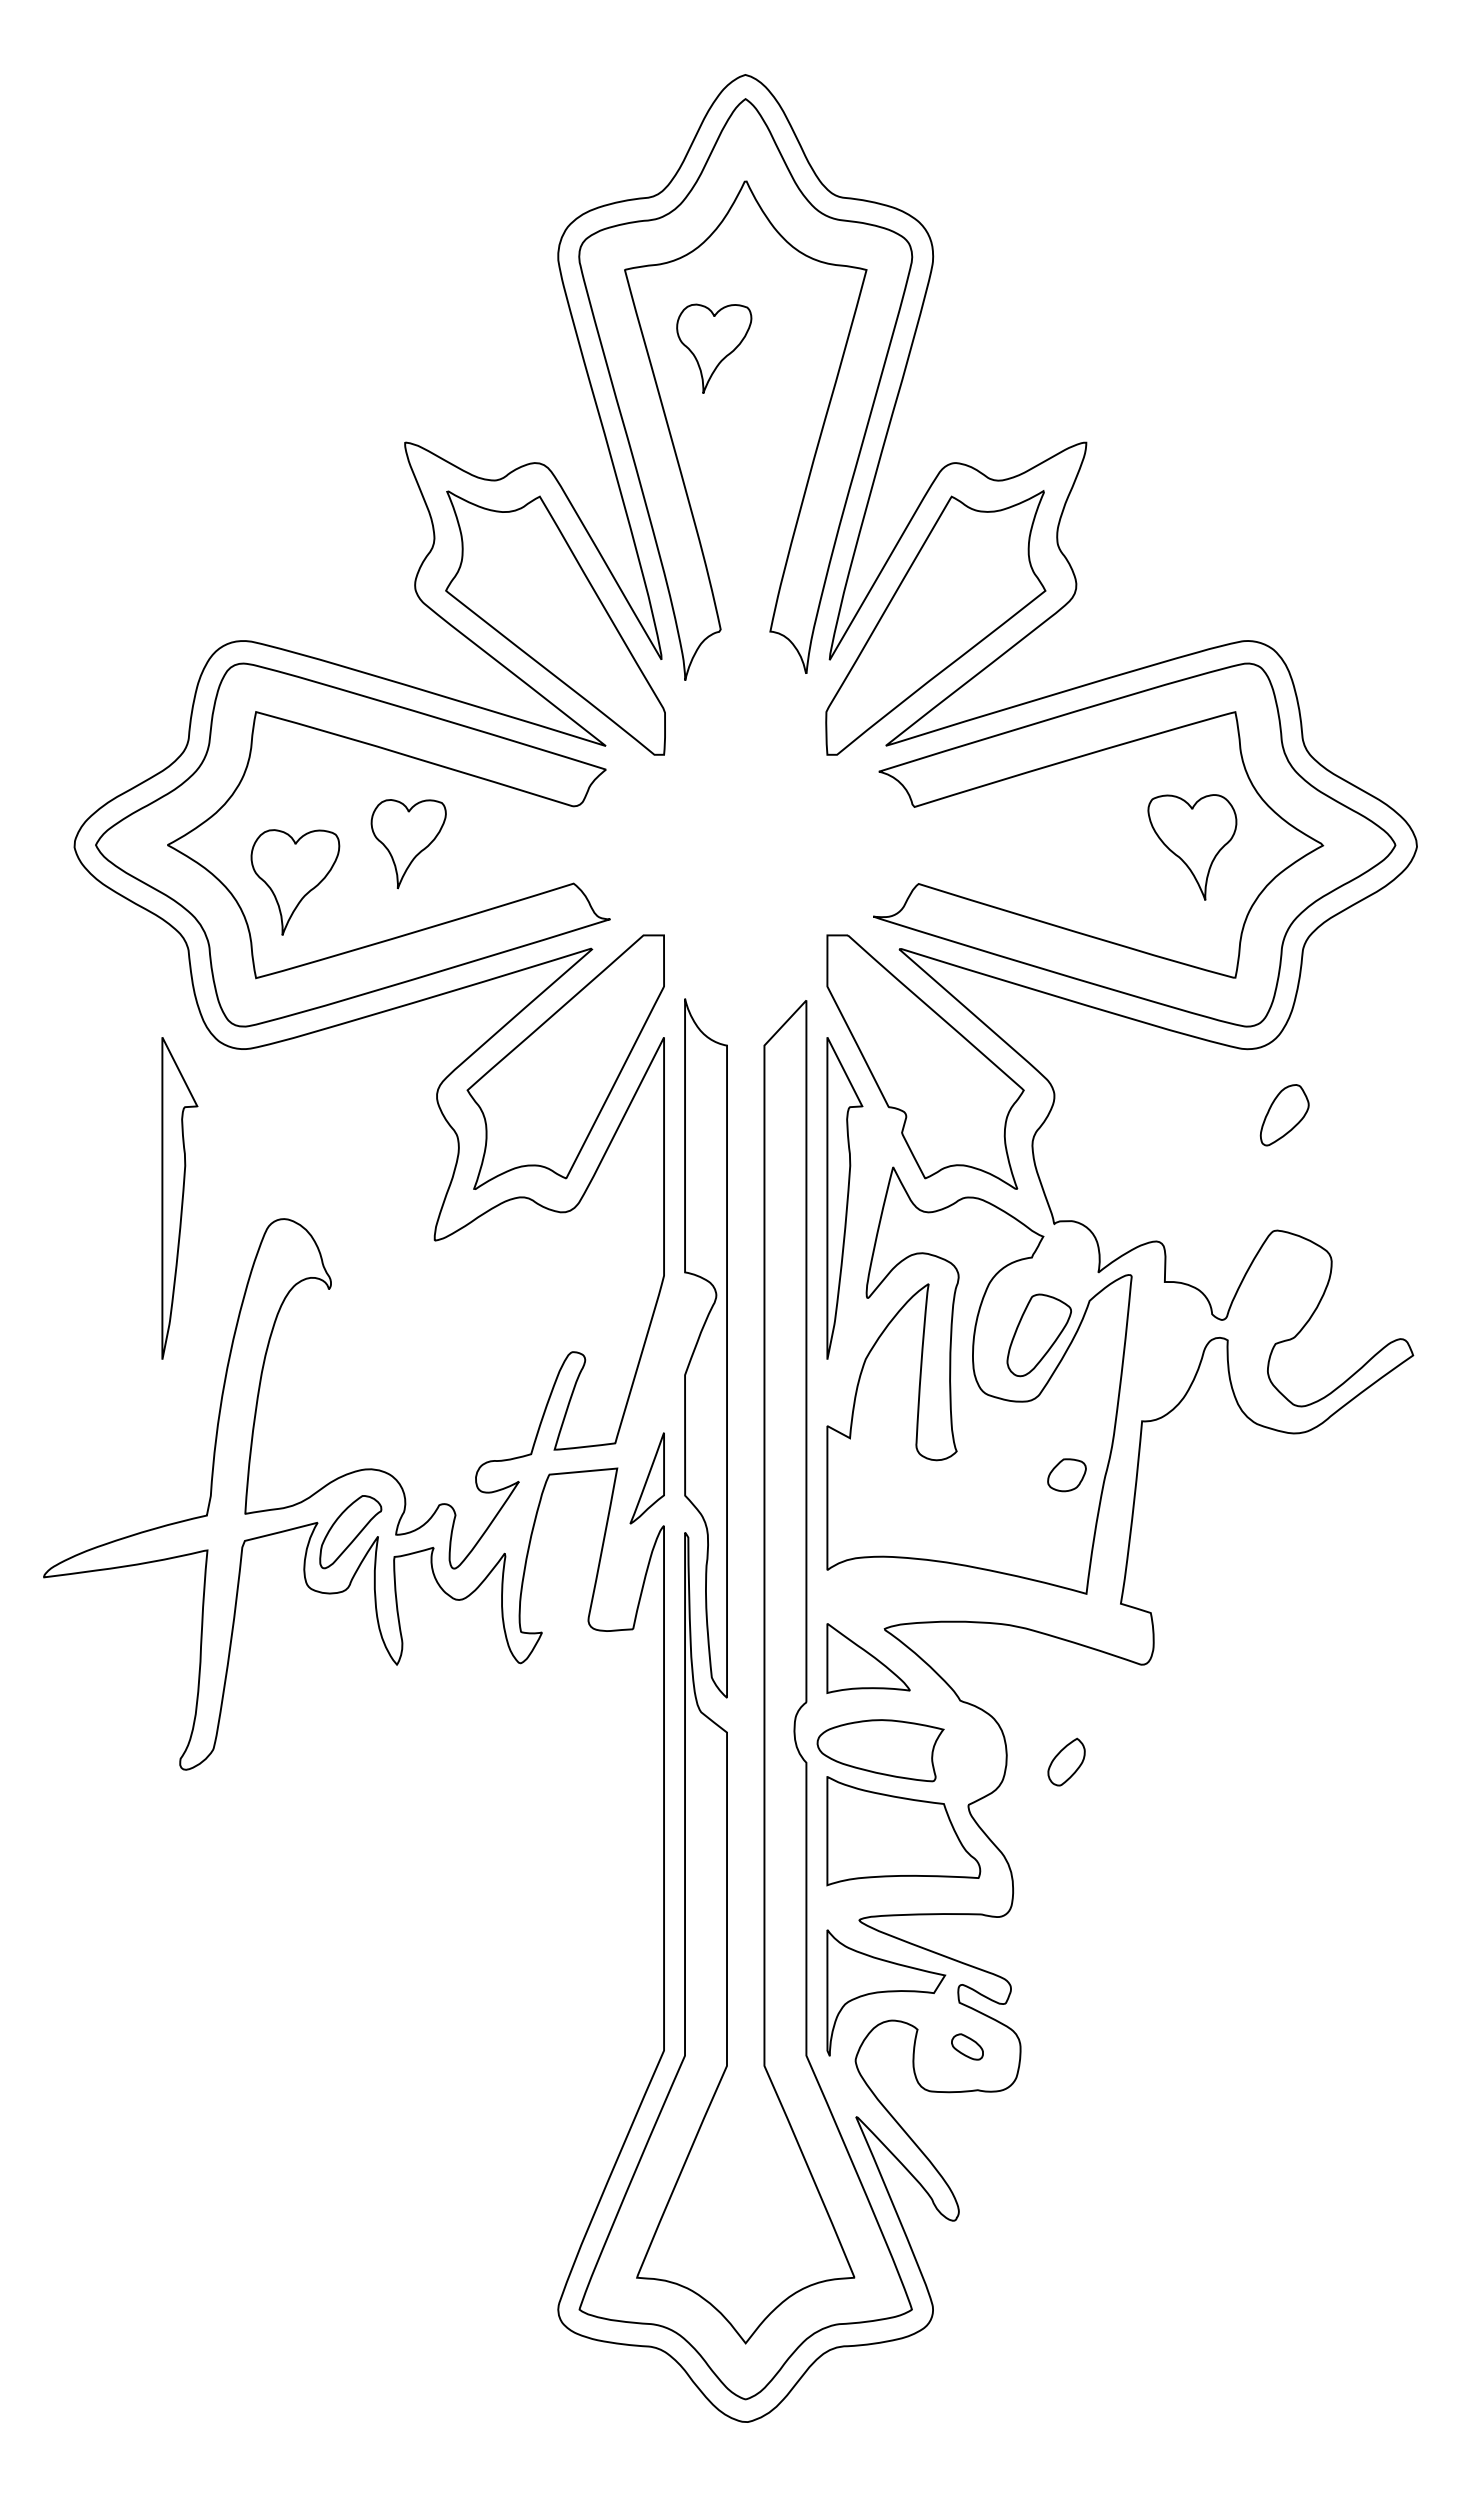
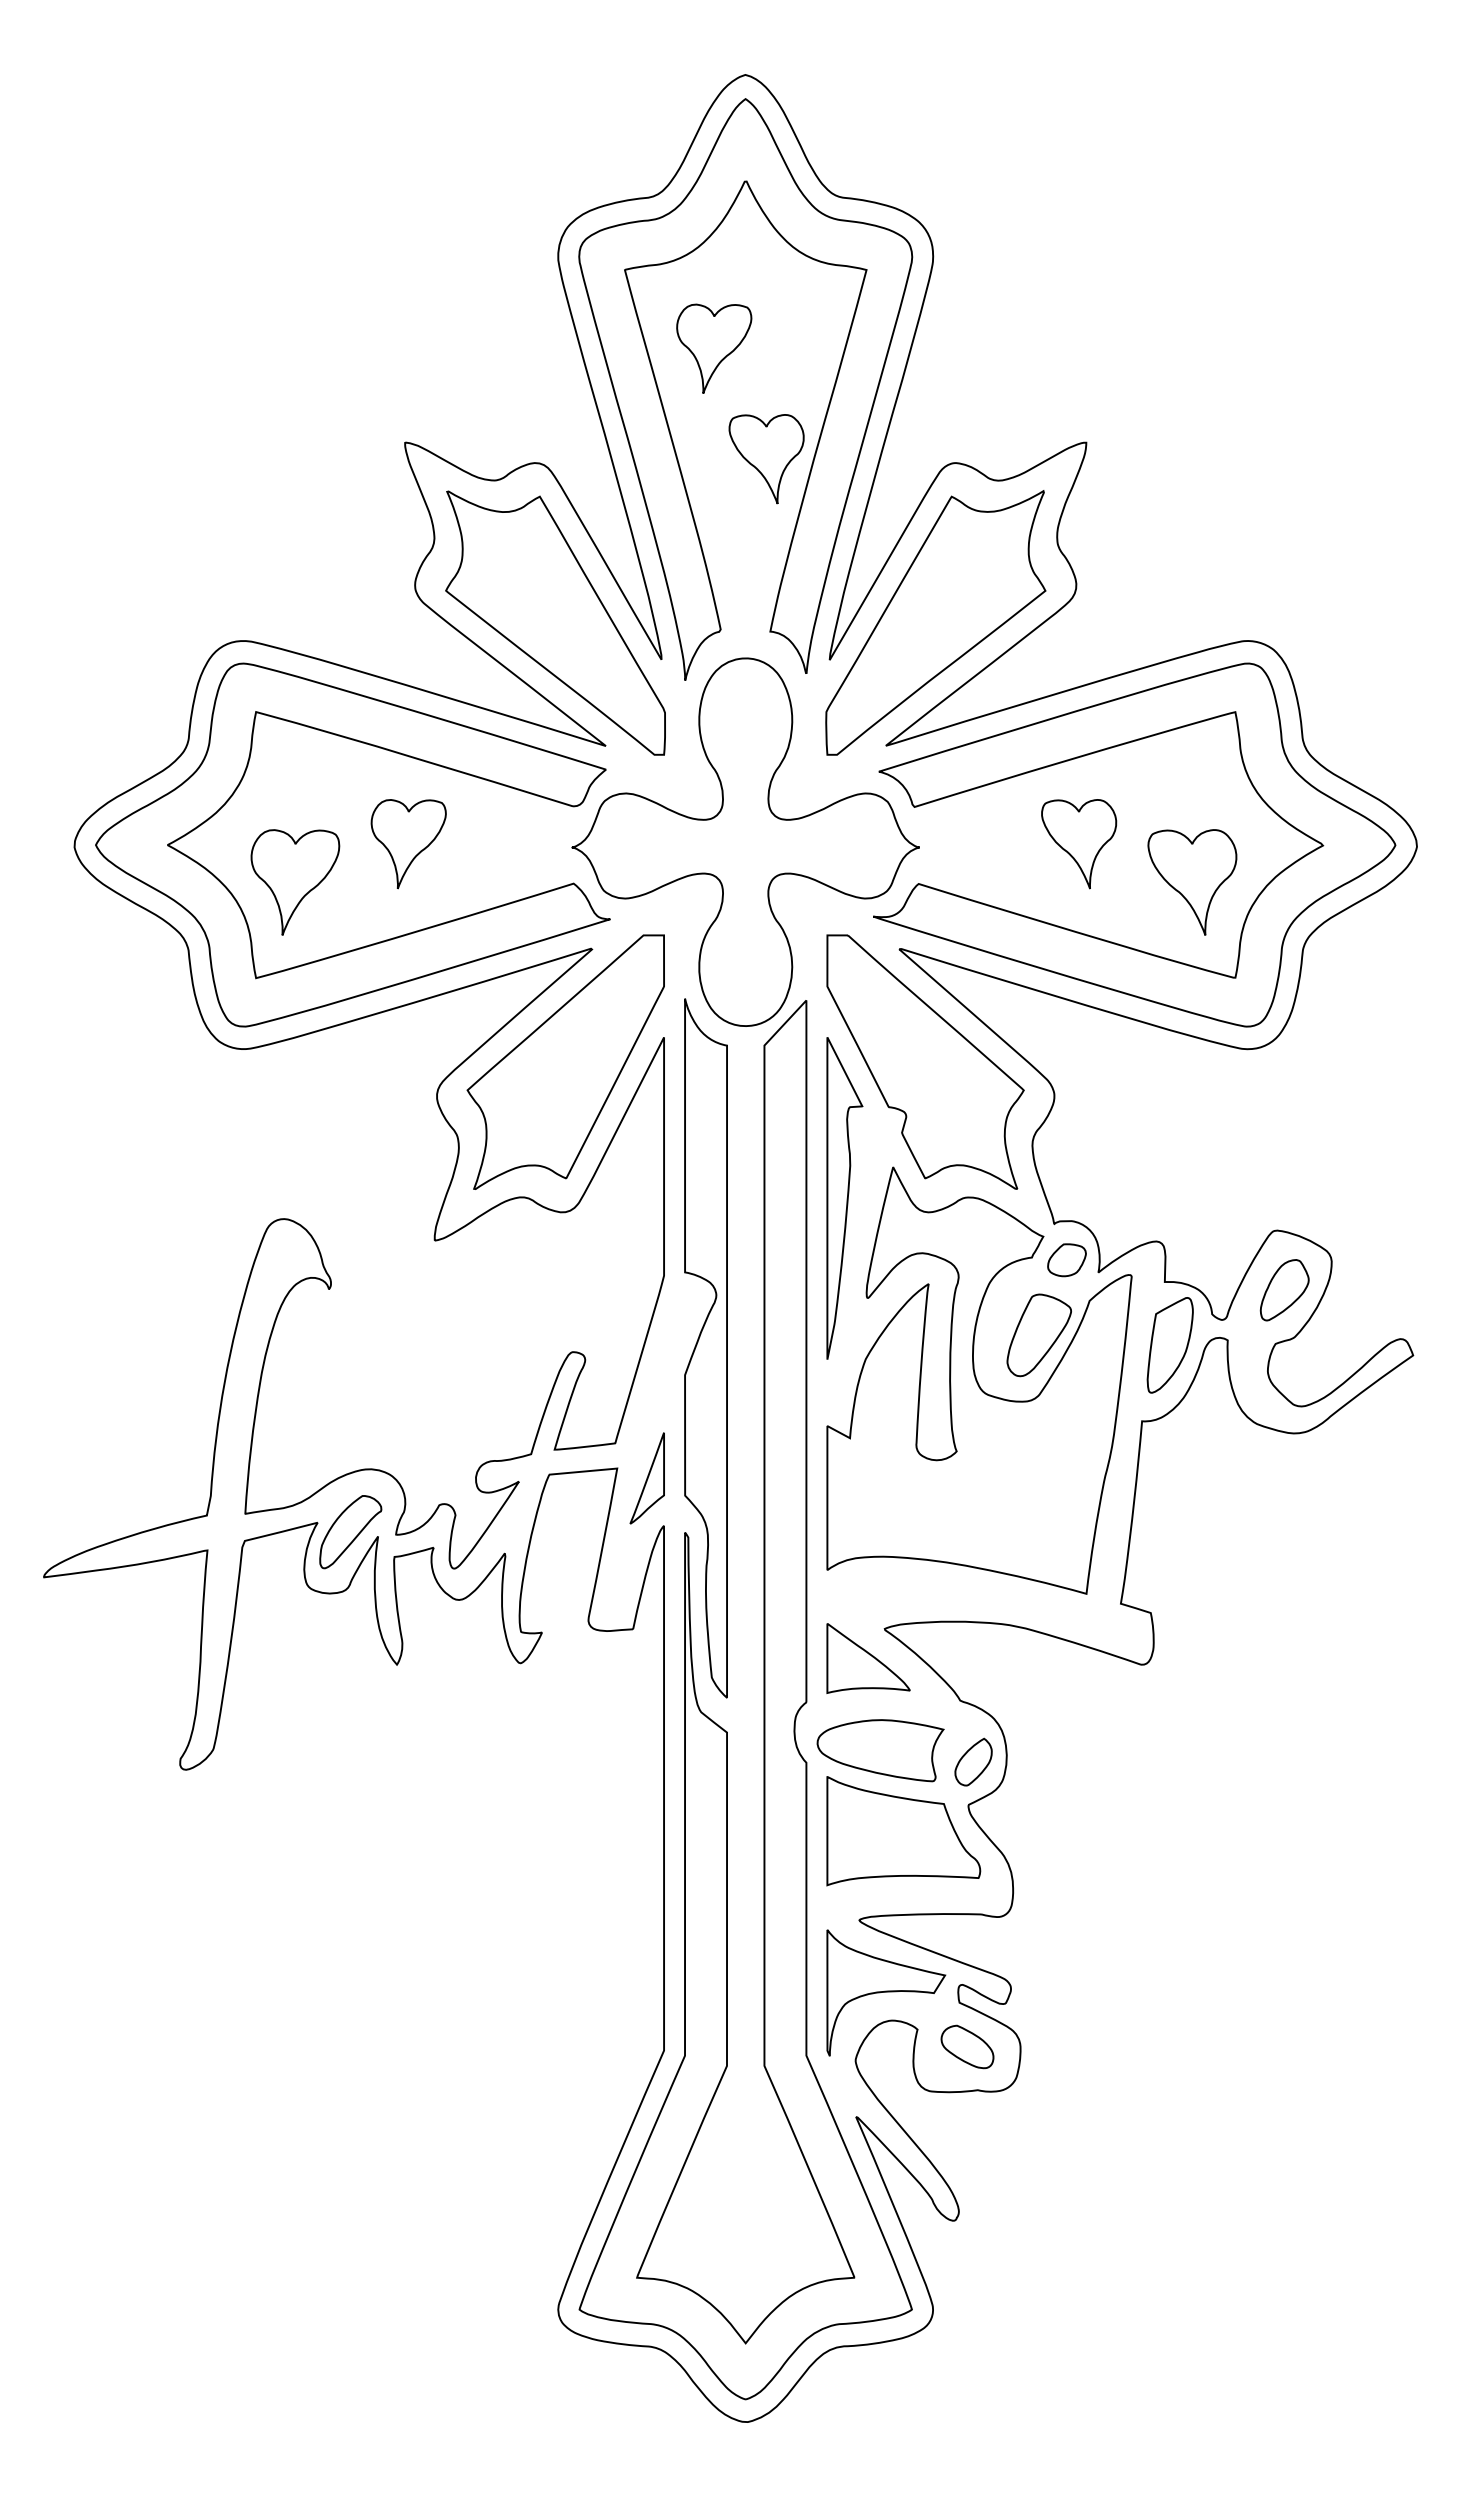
part at (766, 459): none -> present
part at (745, 841): none -> present
part at (1079, 844): none -> present
part at (1192, 847) position: (1192, 847) -> (1192, 882)
part at (1284, 1115) position: (1284, 1115) -> (1284, 1290)
part at (179, 1198): present -> none
part at (1169, 1345): none -> present
part at (1066, 1475) position: (1066, 1475) -> (1066, 1260)
part at (1066, 1761) position: (1066, 1761) -> (973, 1761)
part at (967, 2046) size: 33x28 px -> 55x46 px
